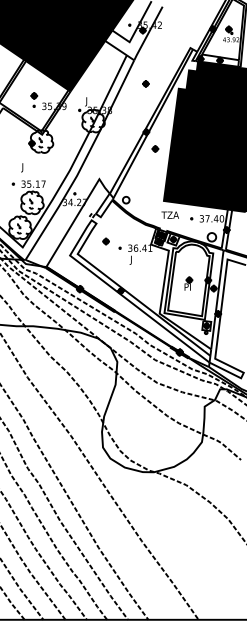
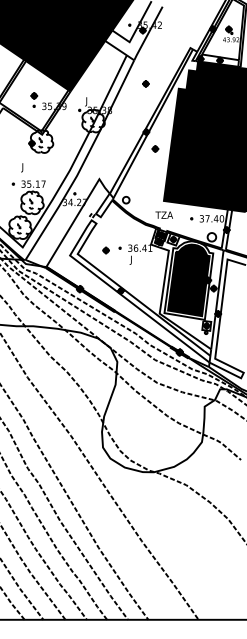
text at (169, 214) position: (169, 214) -> (163, 214)
part at (105, 241) position: (105, 241) -> (105, 250)
fill at (188, 280): none -> present
